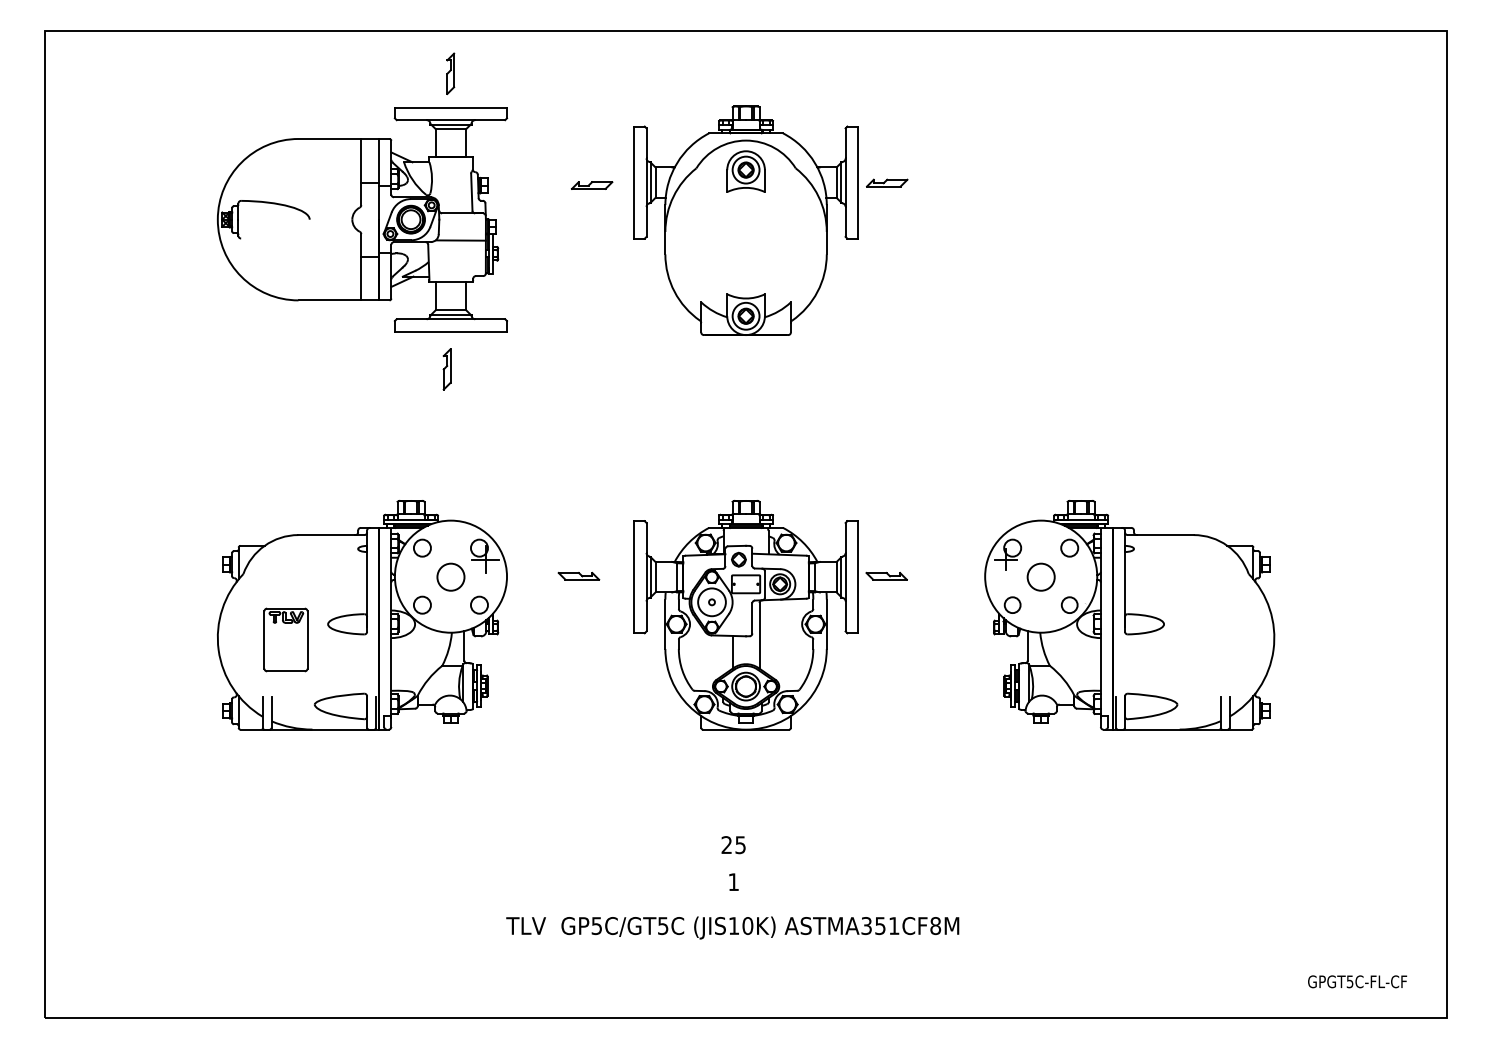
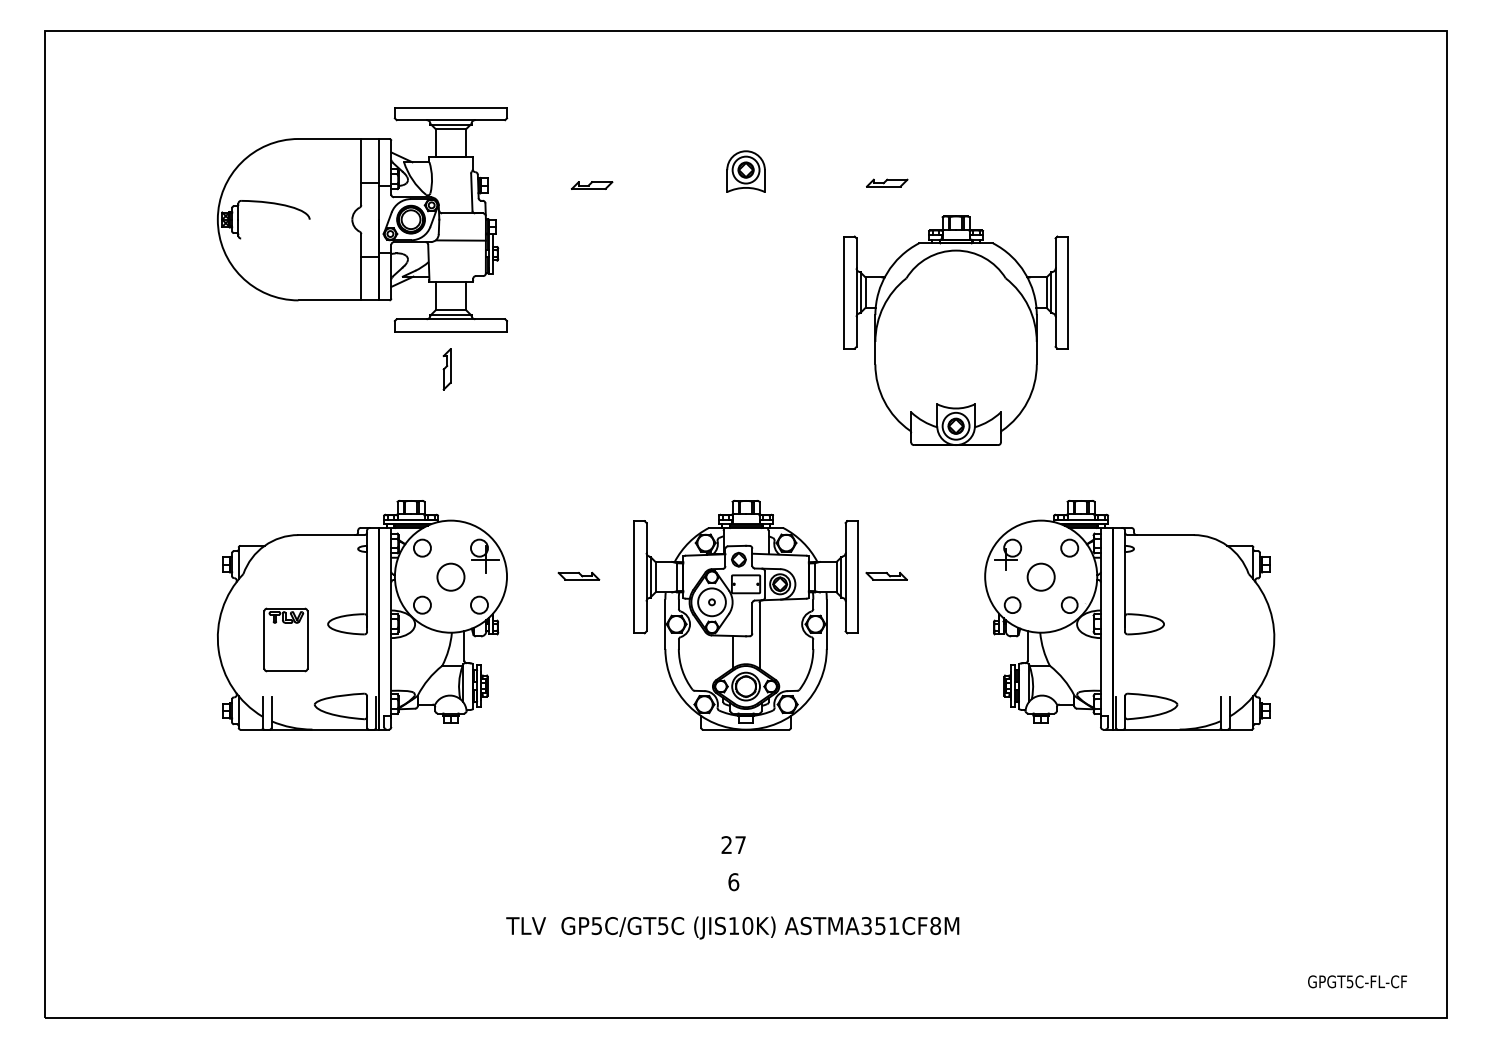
part at (450, 73): present -> none
part at (745, 220) position: (745, 220) -> (955, 330)
text at (740, 845): 25 -> 27
text at (733, 882): 1 -> 6
